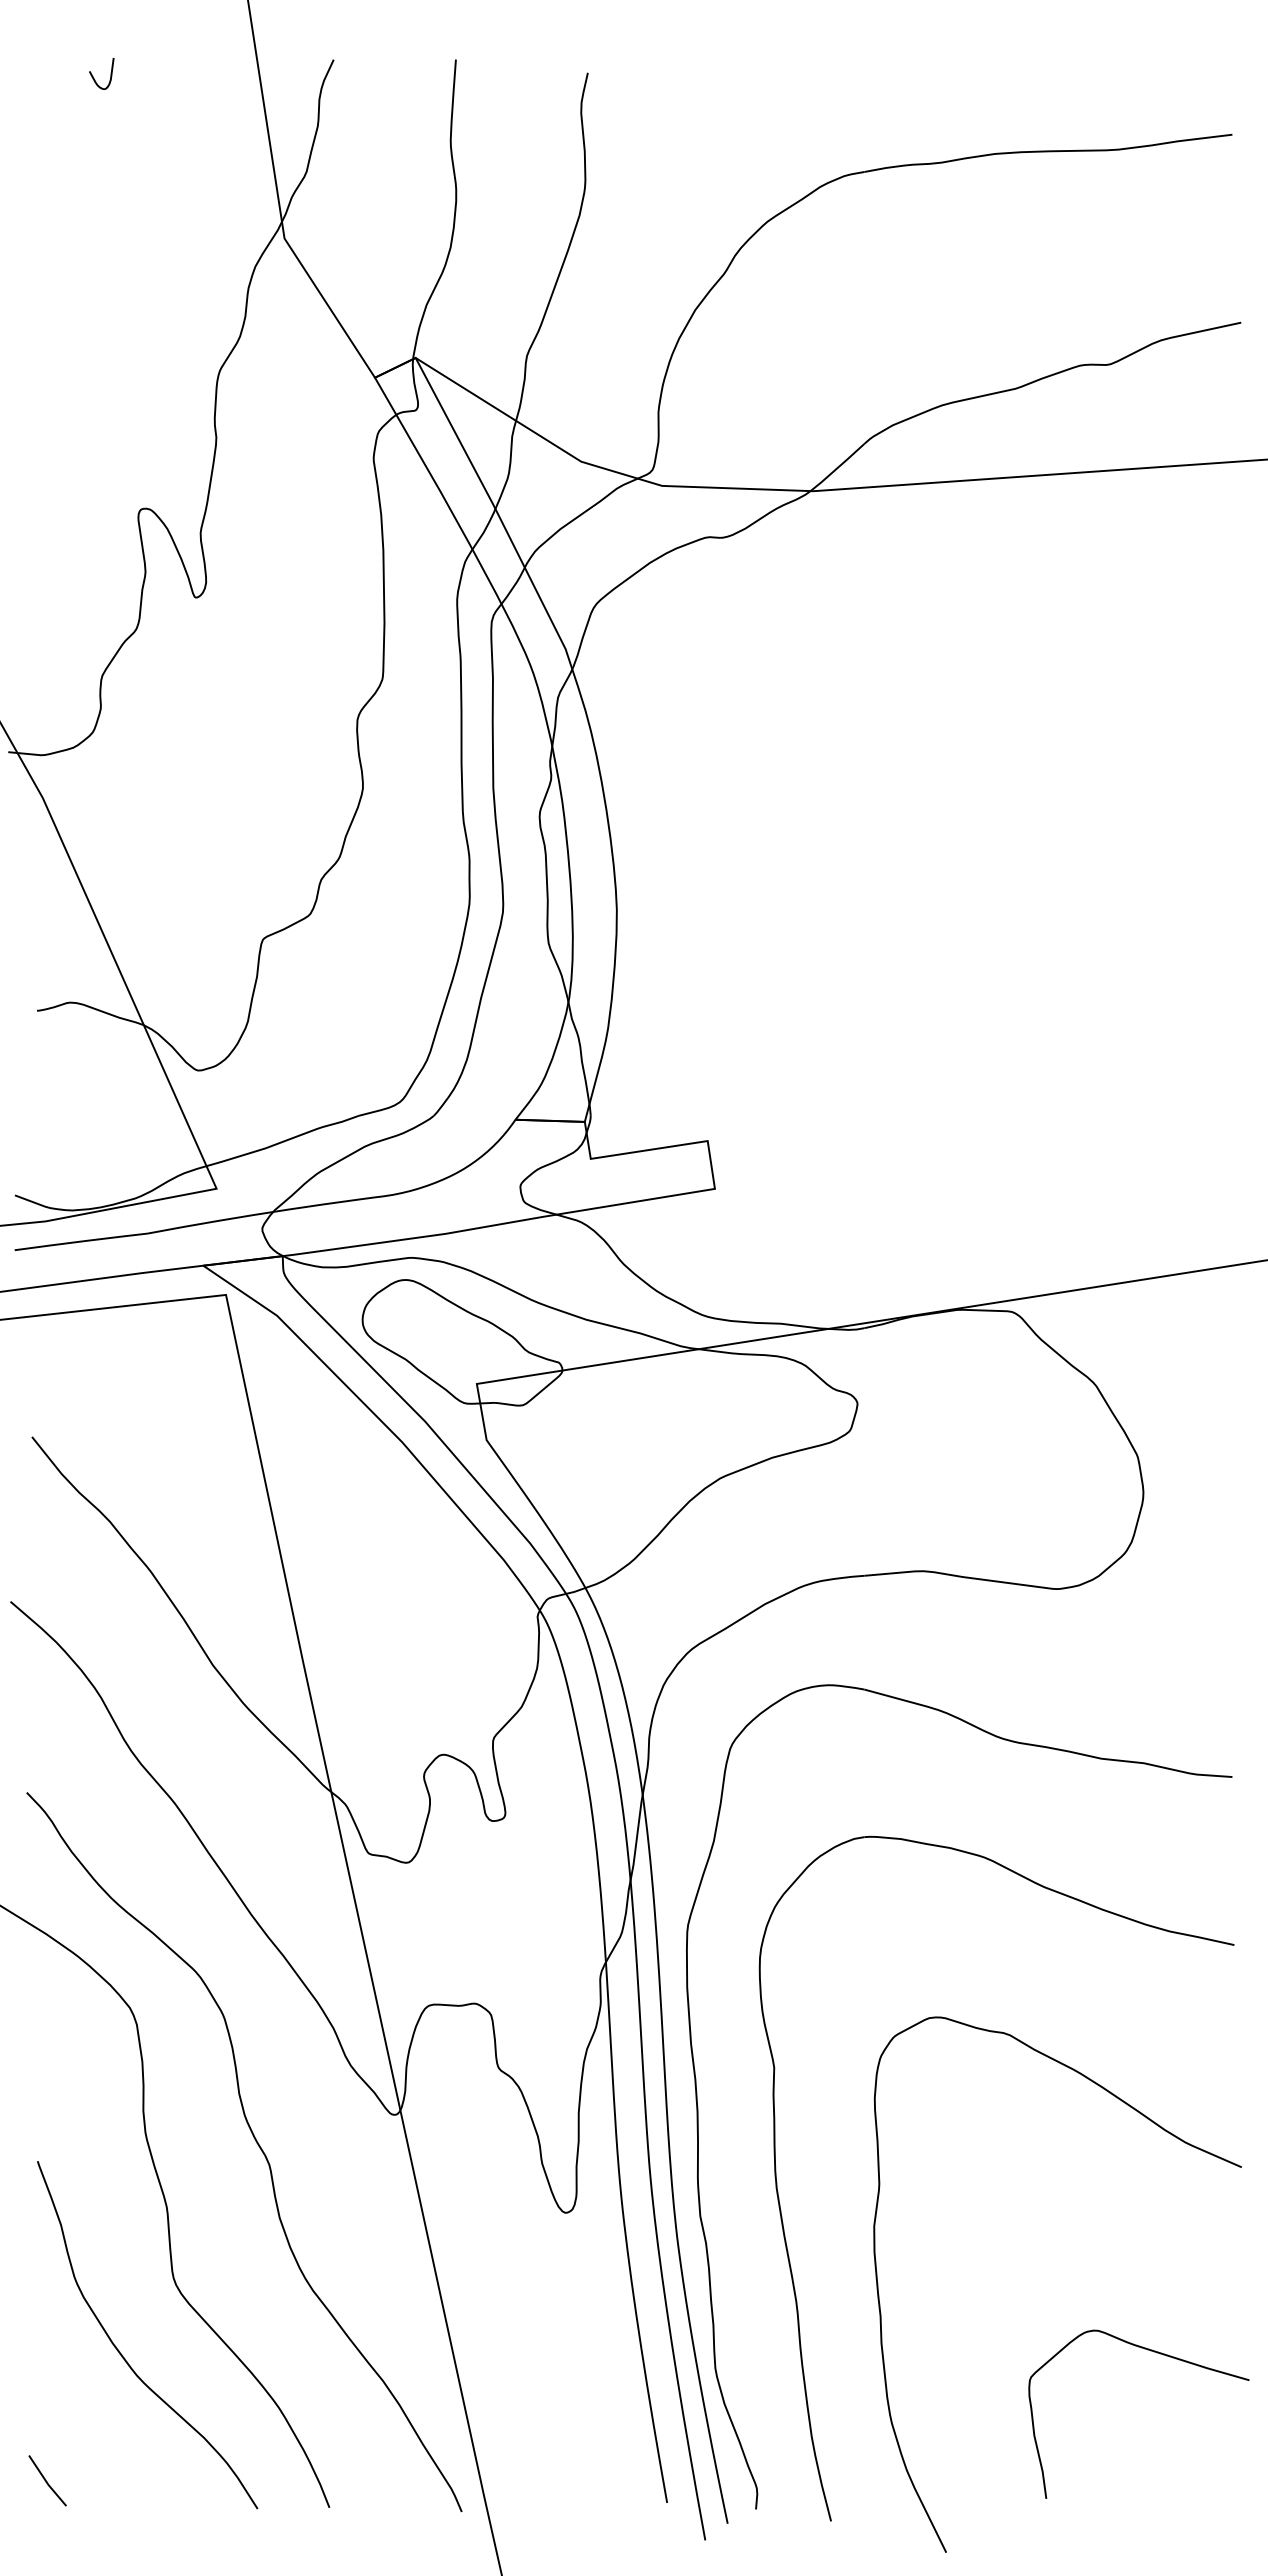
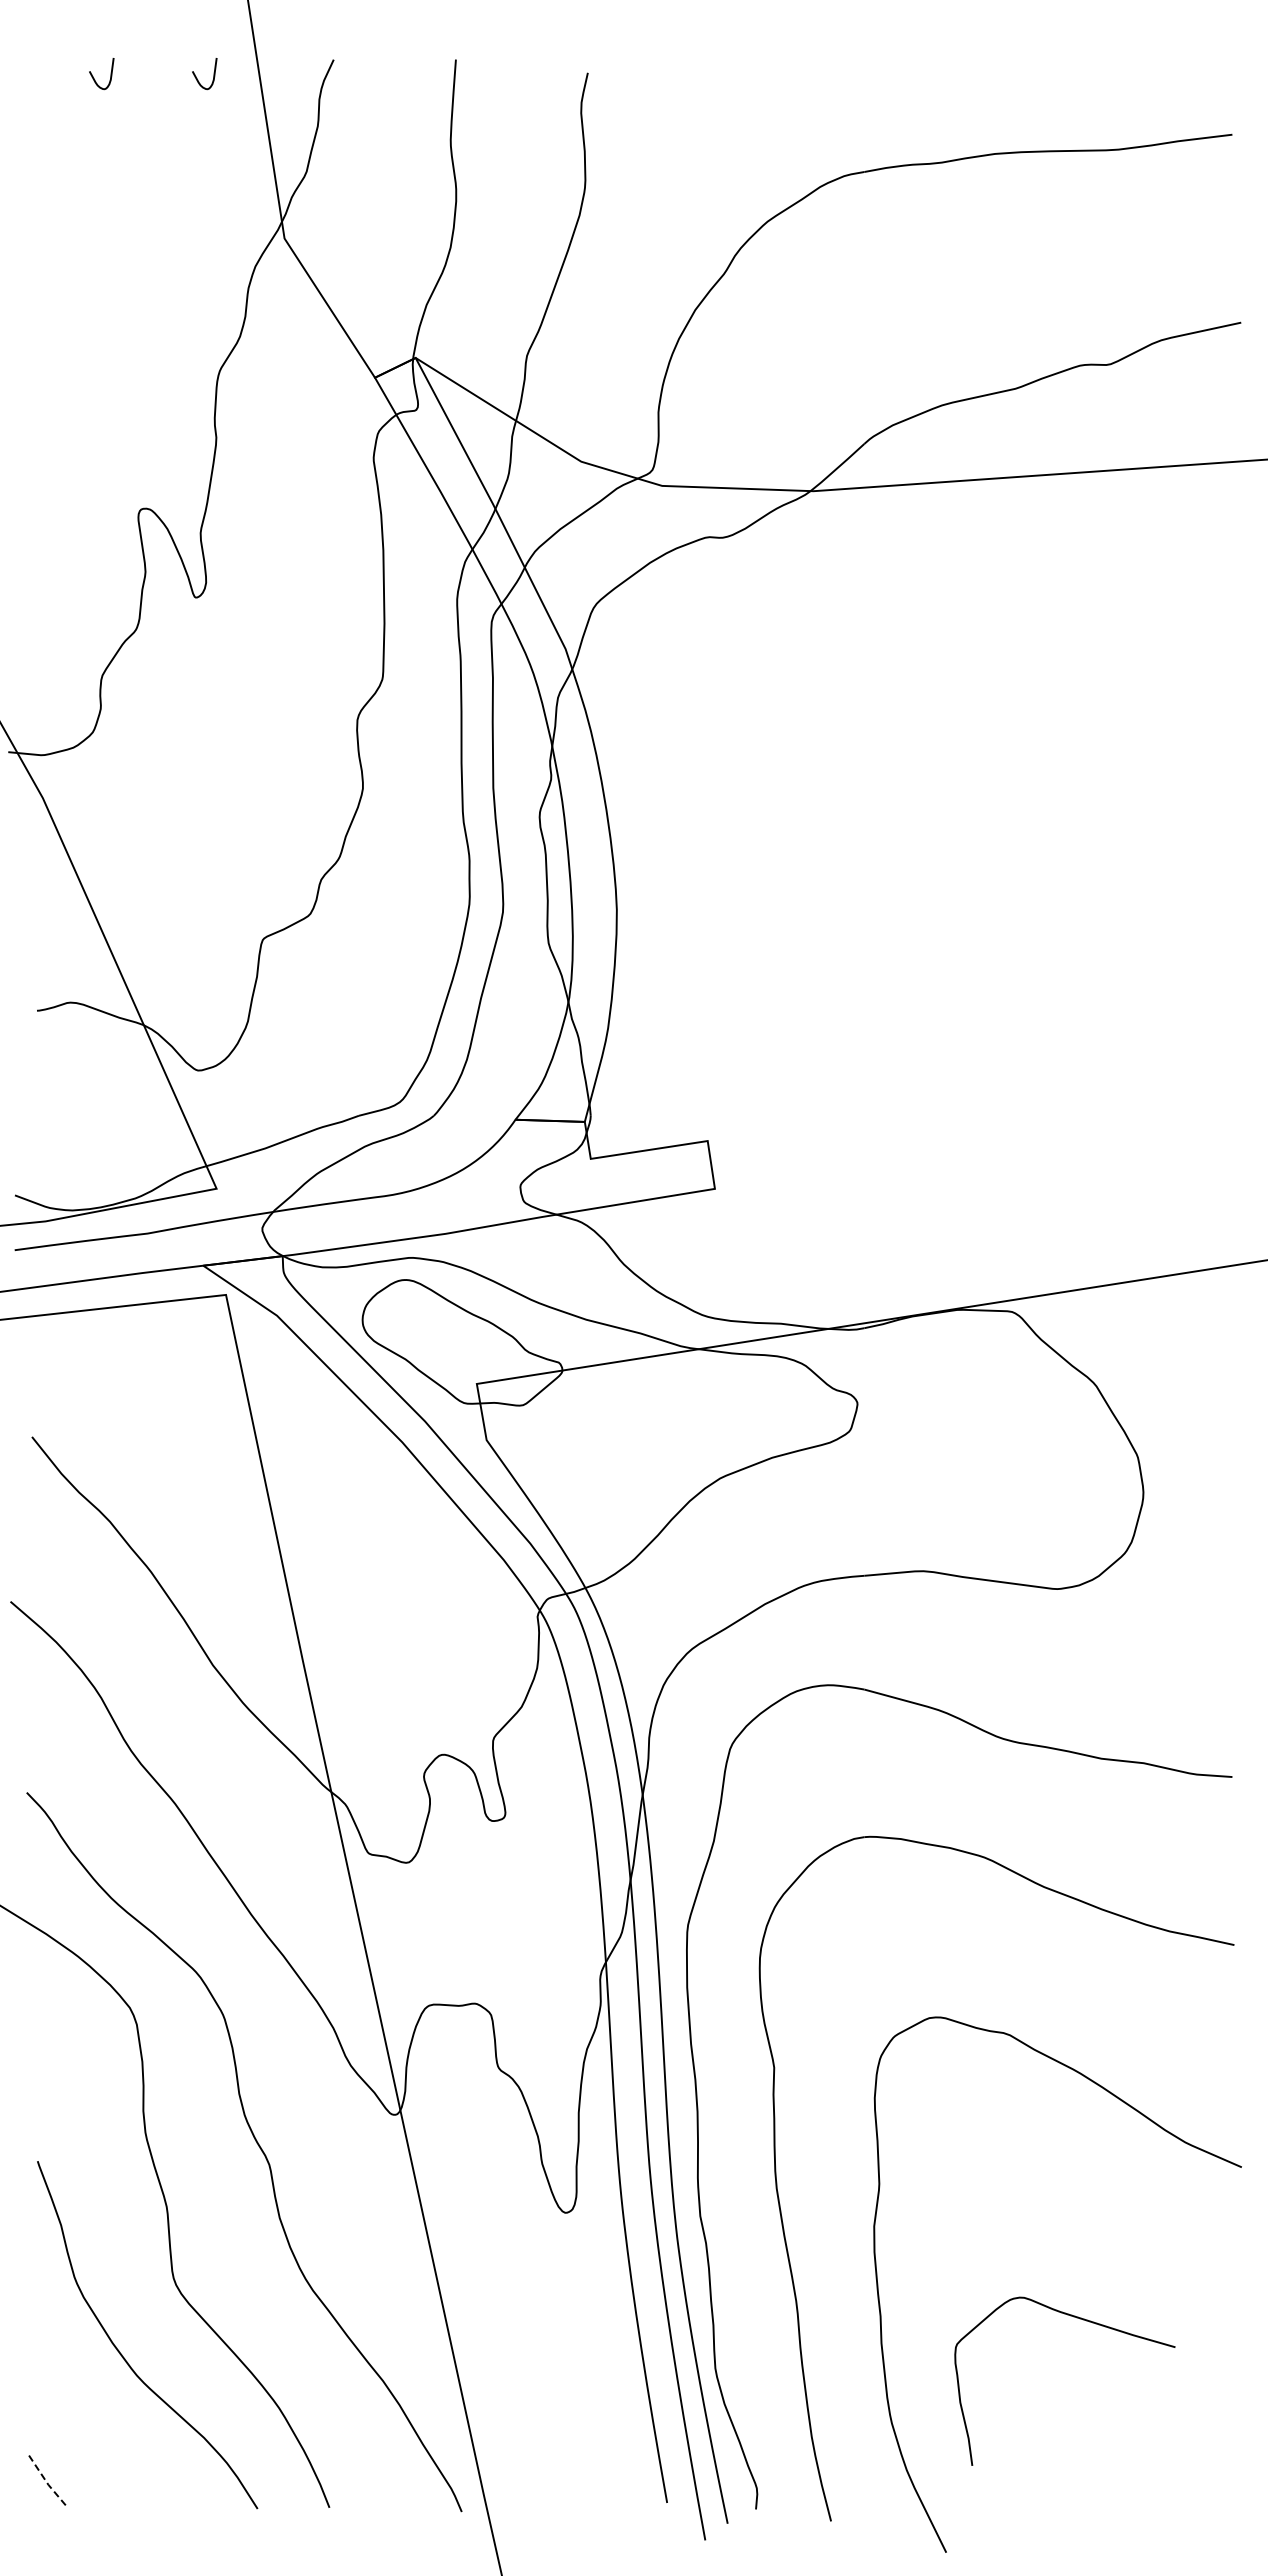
curve at (197, 78): none -> present
curve at (1157, 2353) position: (1157, 2353) -> (1083, 2320)
line at (46, 2482): solid -> dashed
